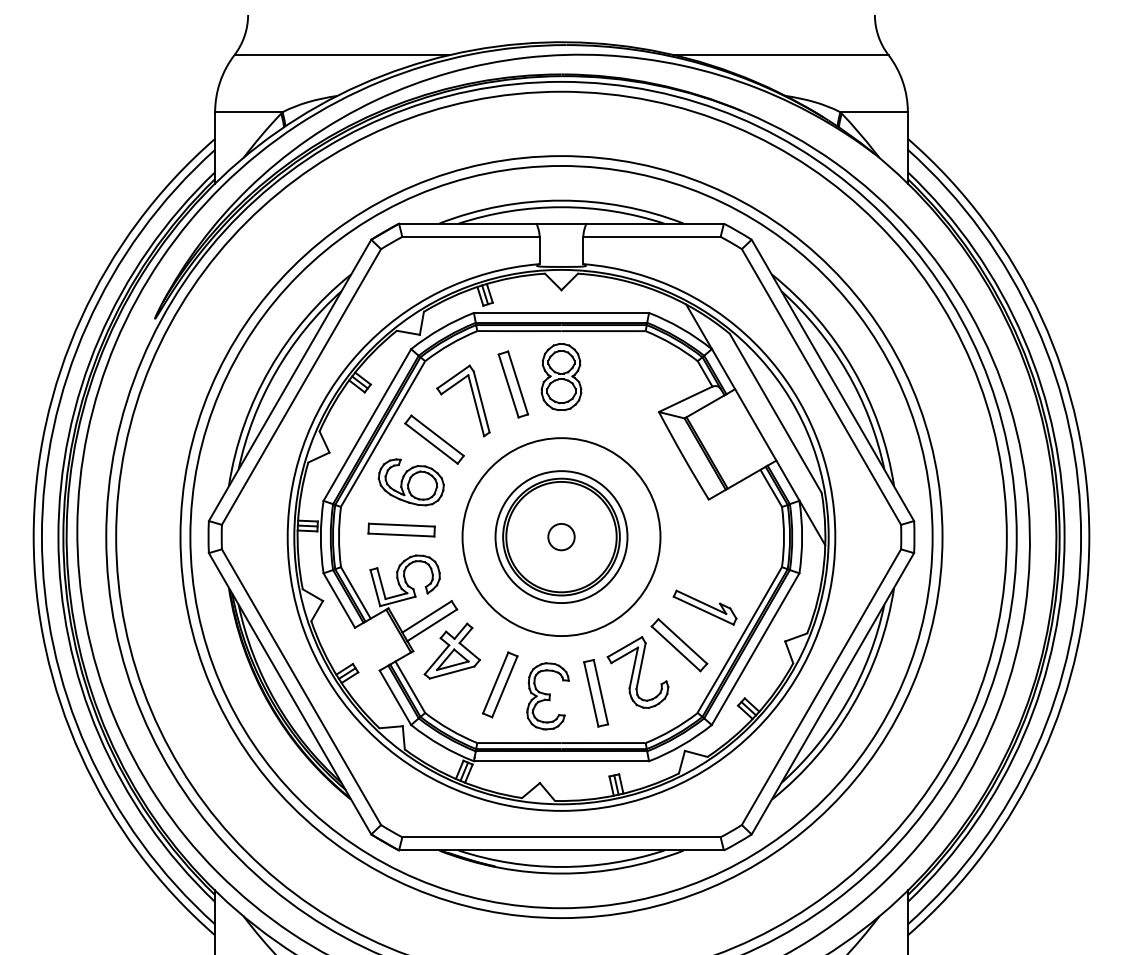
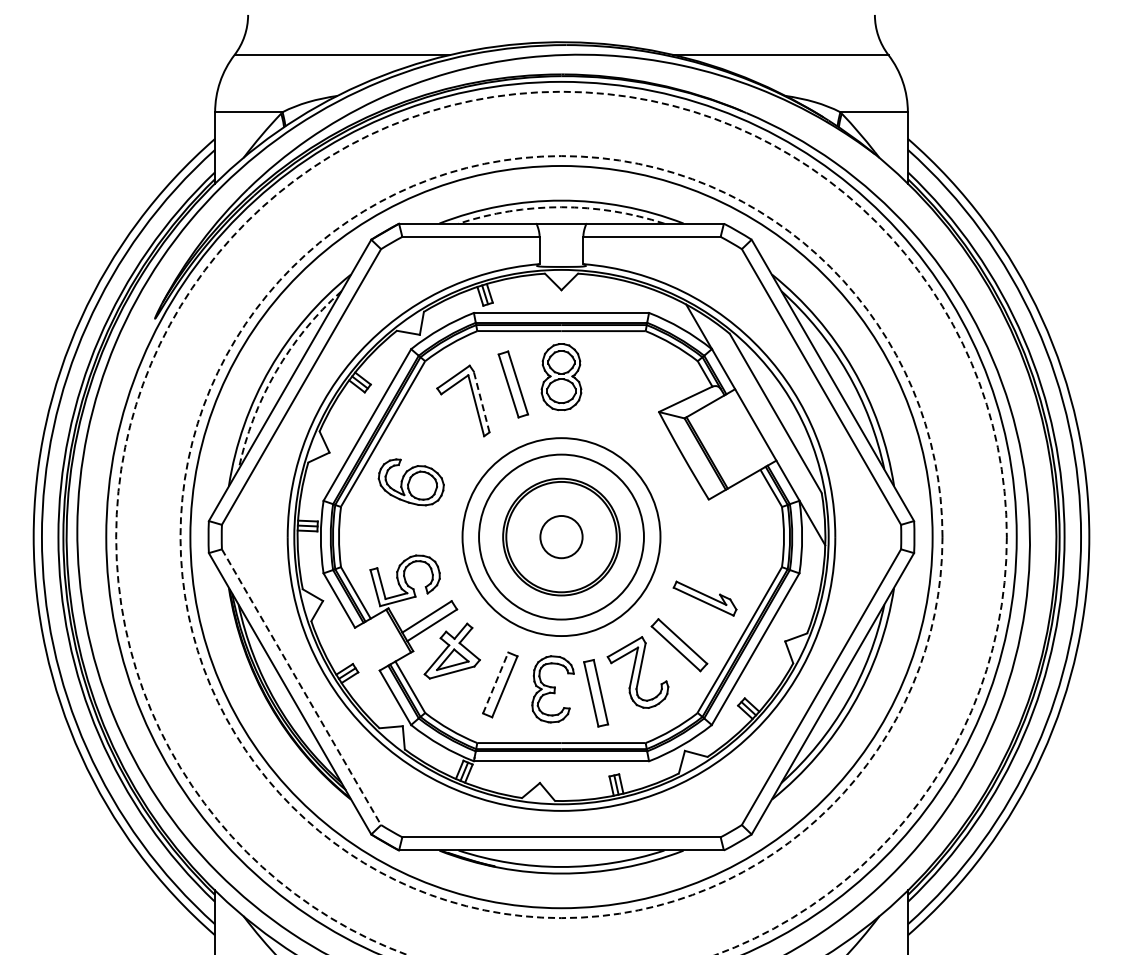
arc at (561, 207): solid -> dashed
arc at (275, 372): solid -> dashed
line at (481, 401): solid -> dashed
part at (434, 439): present -> none
circle at (561, 522): solid -> dashed
part at (401, 529): present -> none
circle at (561, 536) diameter: 26 px -> 42 px
circle at (561, 537) diameter: 132 px -> 165 px
circle at (561, 537): solid -> dashed
part at (704, 607) position: (704, 607) -> (704, 598)
line at (495, 683): solid -> dashed
line at (301, 687): solid -> dashed
part at (547, 696) position: (547, 696) -> (552, 689)
